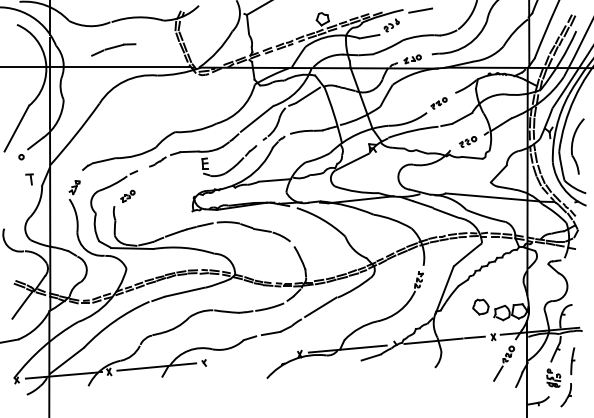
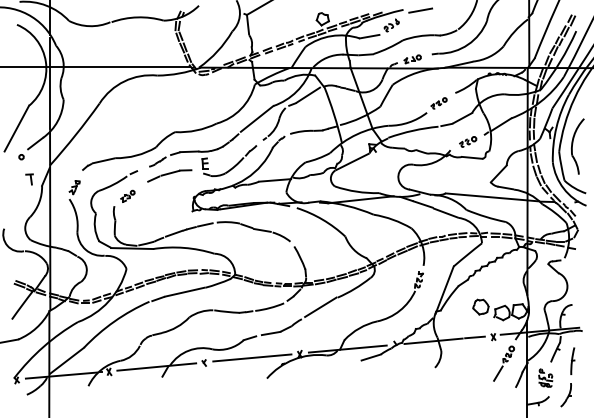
part at (113, 49) position: (113, 49) -> (169, 175)
line at (252, 357): none -> present
part at (553, 377) position: (553, 377) -> (545, 377)
